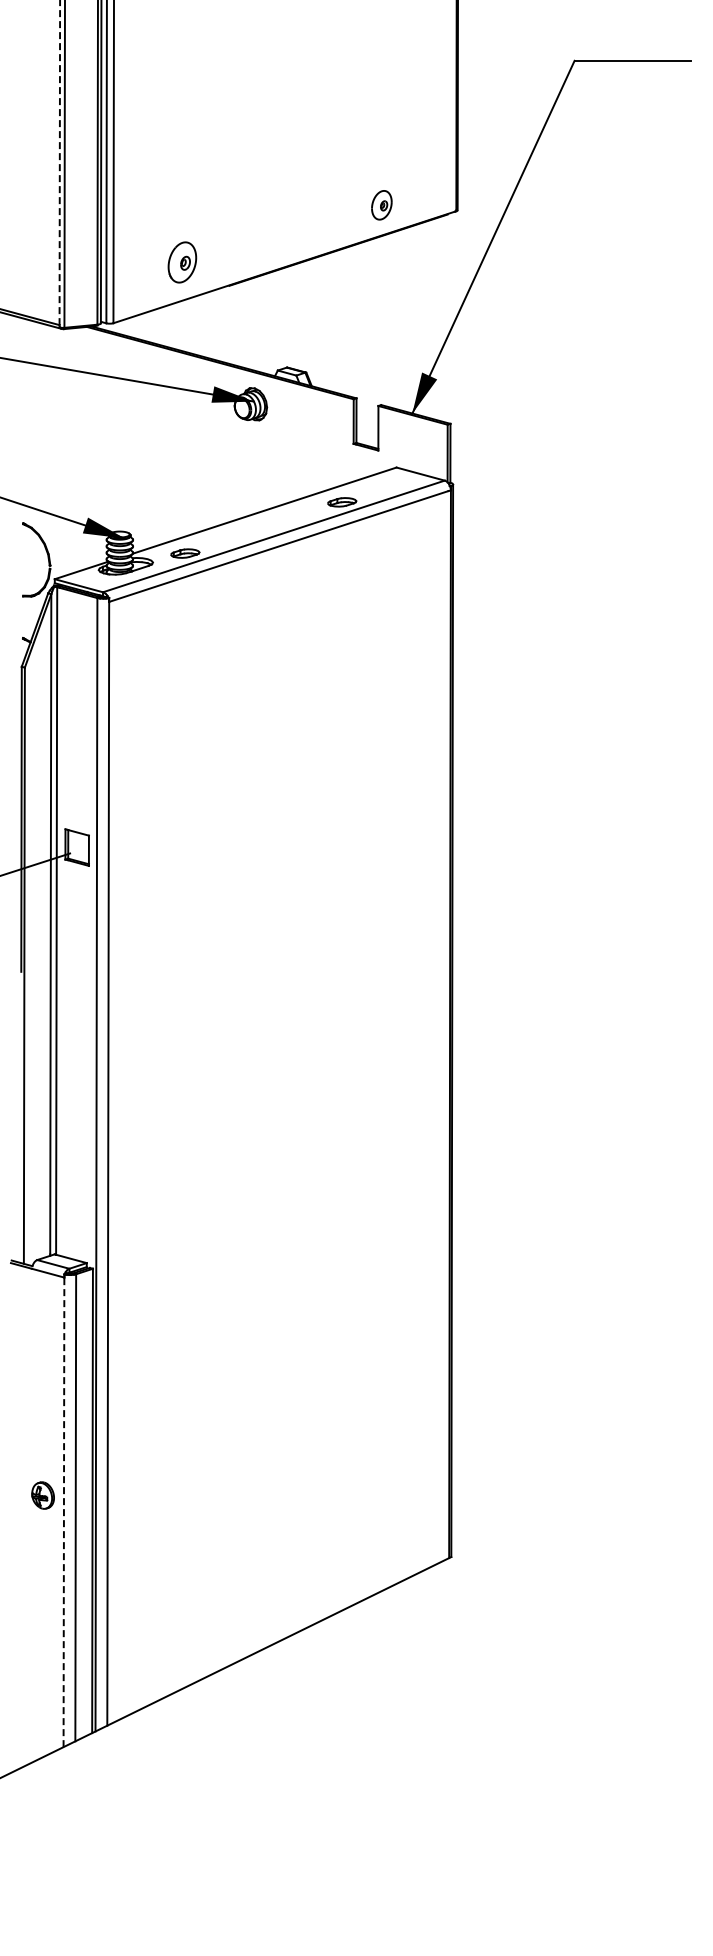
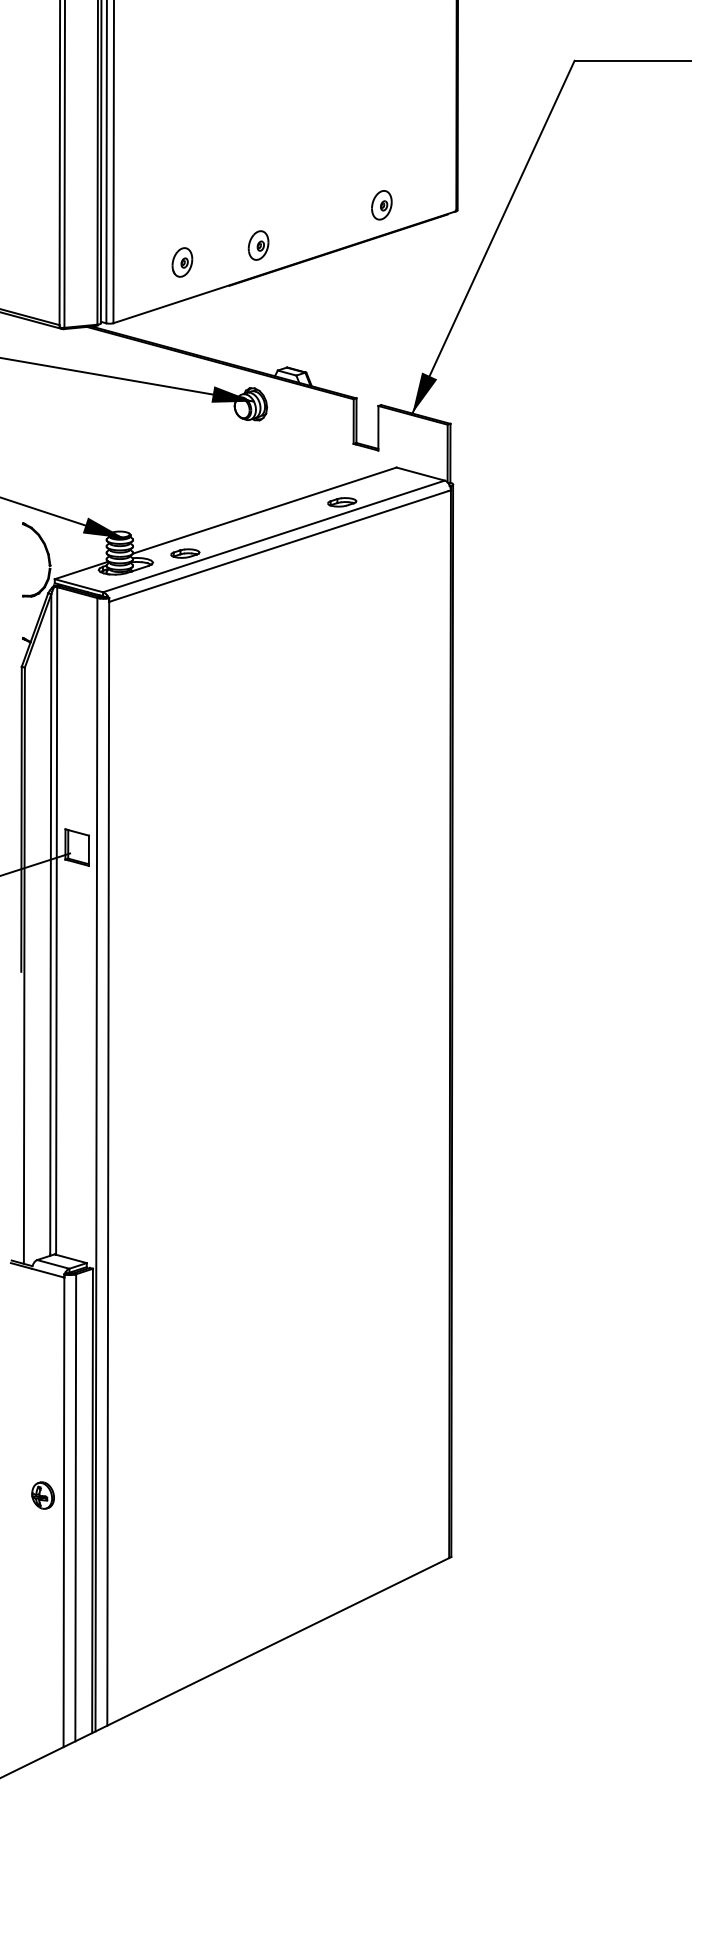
line at (59, 162): dashed -> solid
part at (258, 245): none -> present
part at (182, 262) size: 31x43 px -> 23x31 px
line at (63, 1512): dashed -> solid
